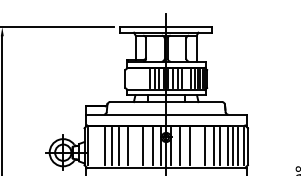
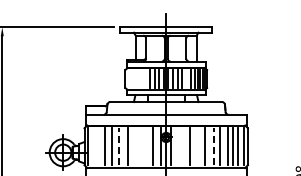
line at (118, 146): solid -> dashed
line at (142, 146): present -> none
line at (179, 146): present -> none
line at (213, 146): solid -> dashed
